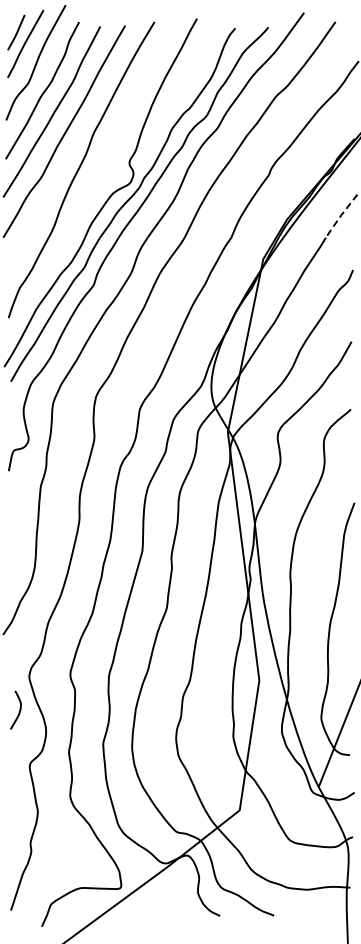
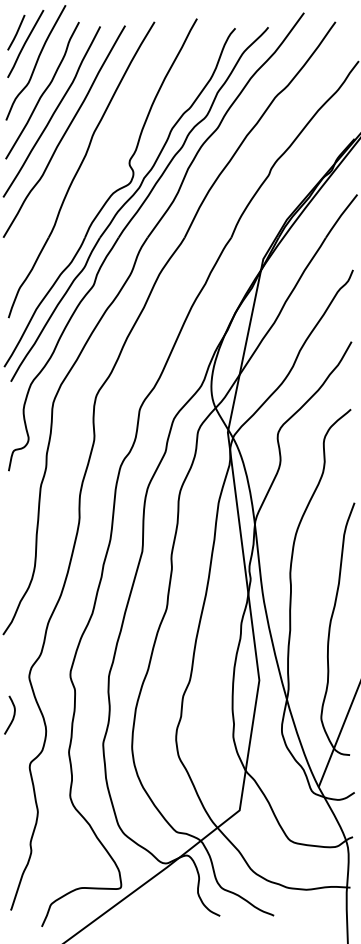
line at (340, 216): dashed -> solid
curve at (19, 709) position: (19, 709) -> (13, 714)
